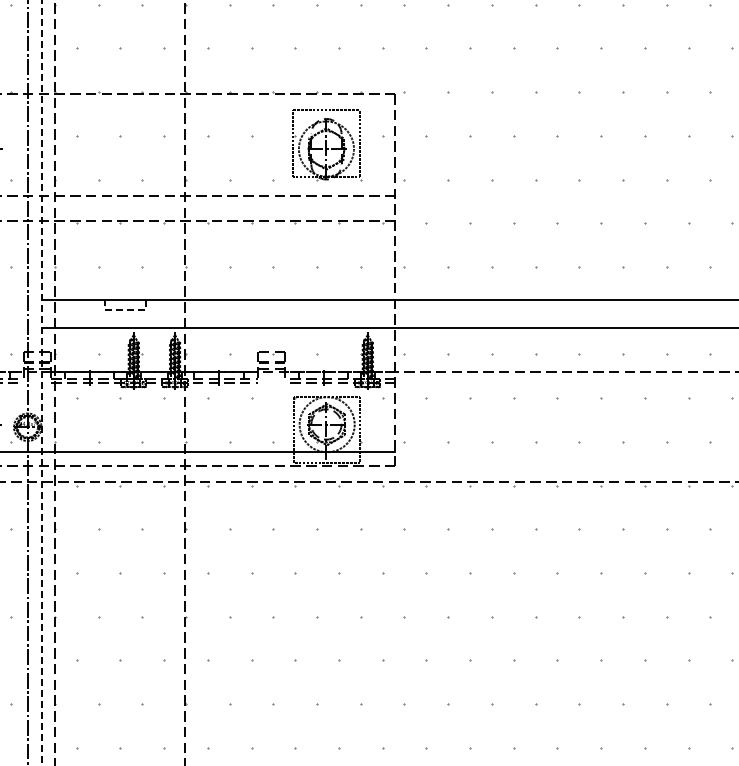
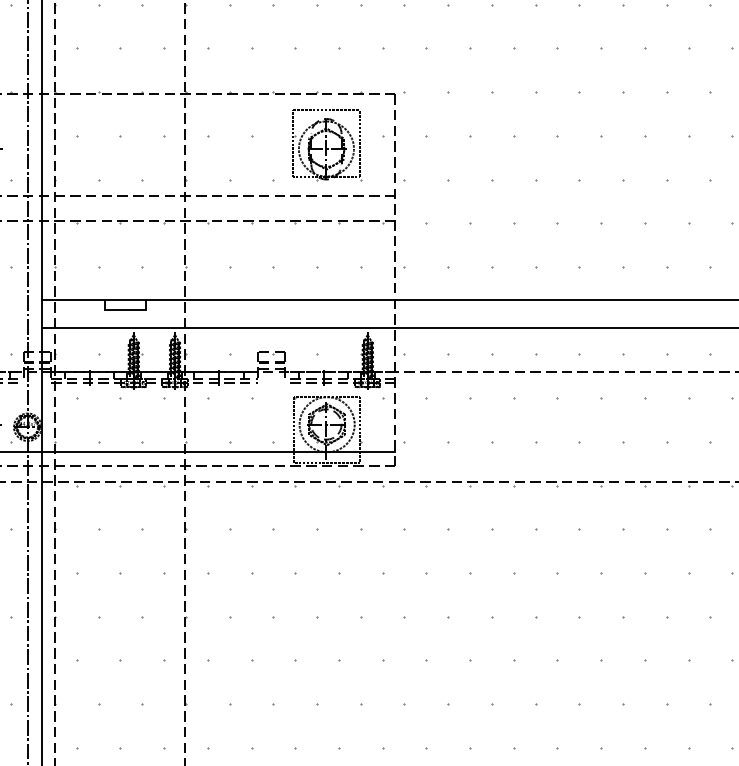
line at (125, 310): dashed -> solid
line at (41, 383): dashed -> solid
